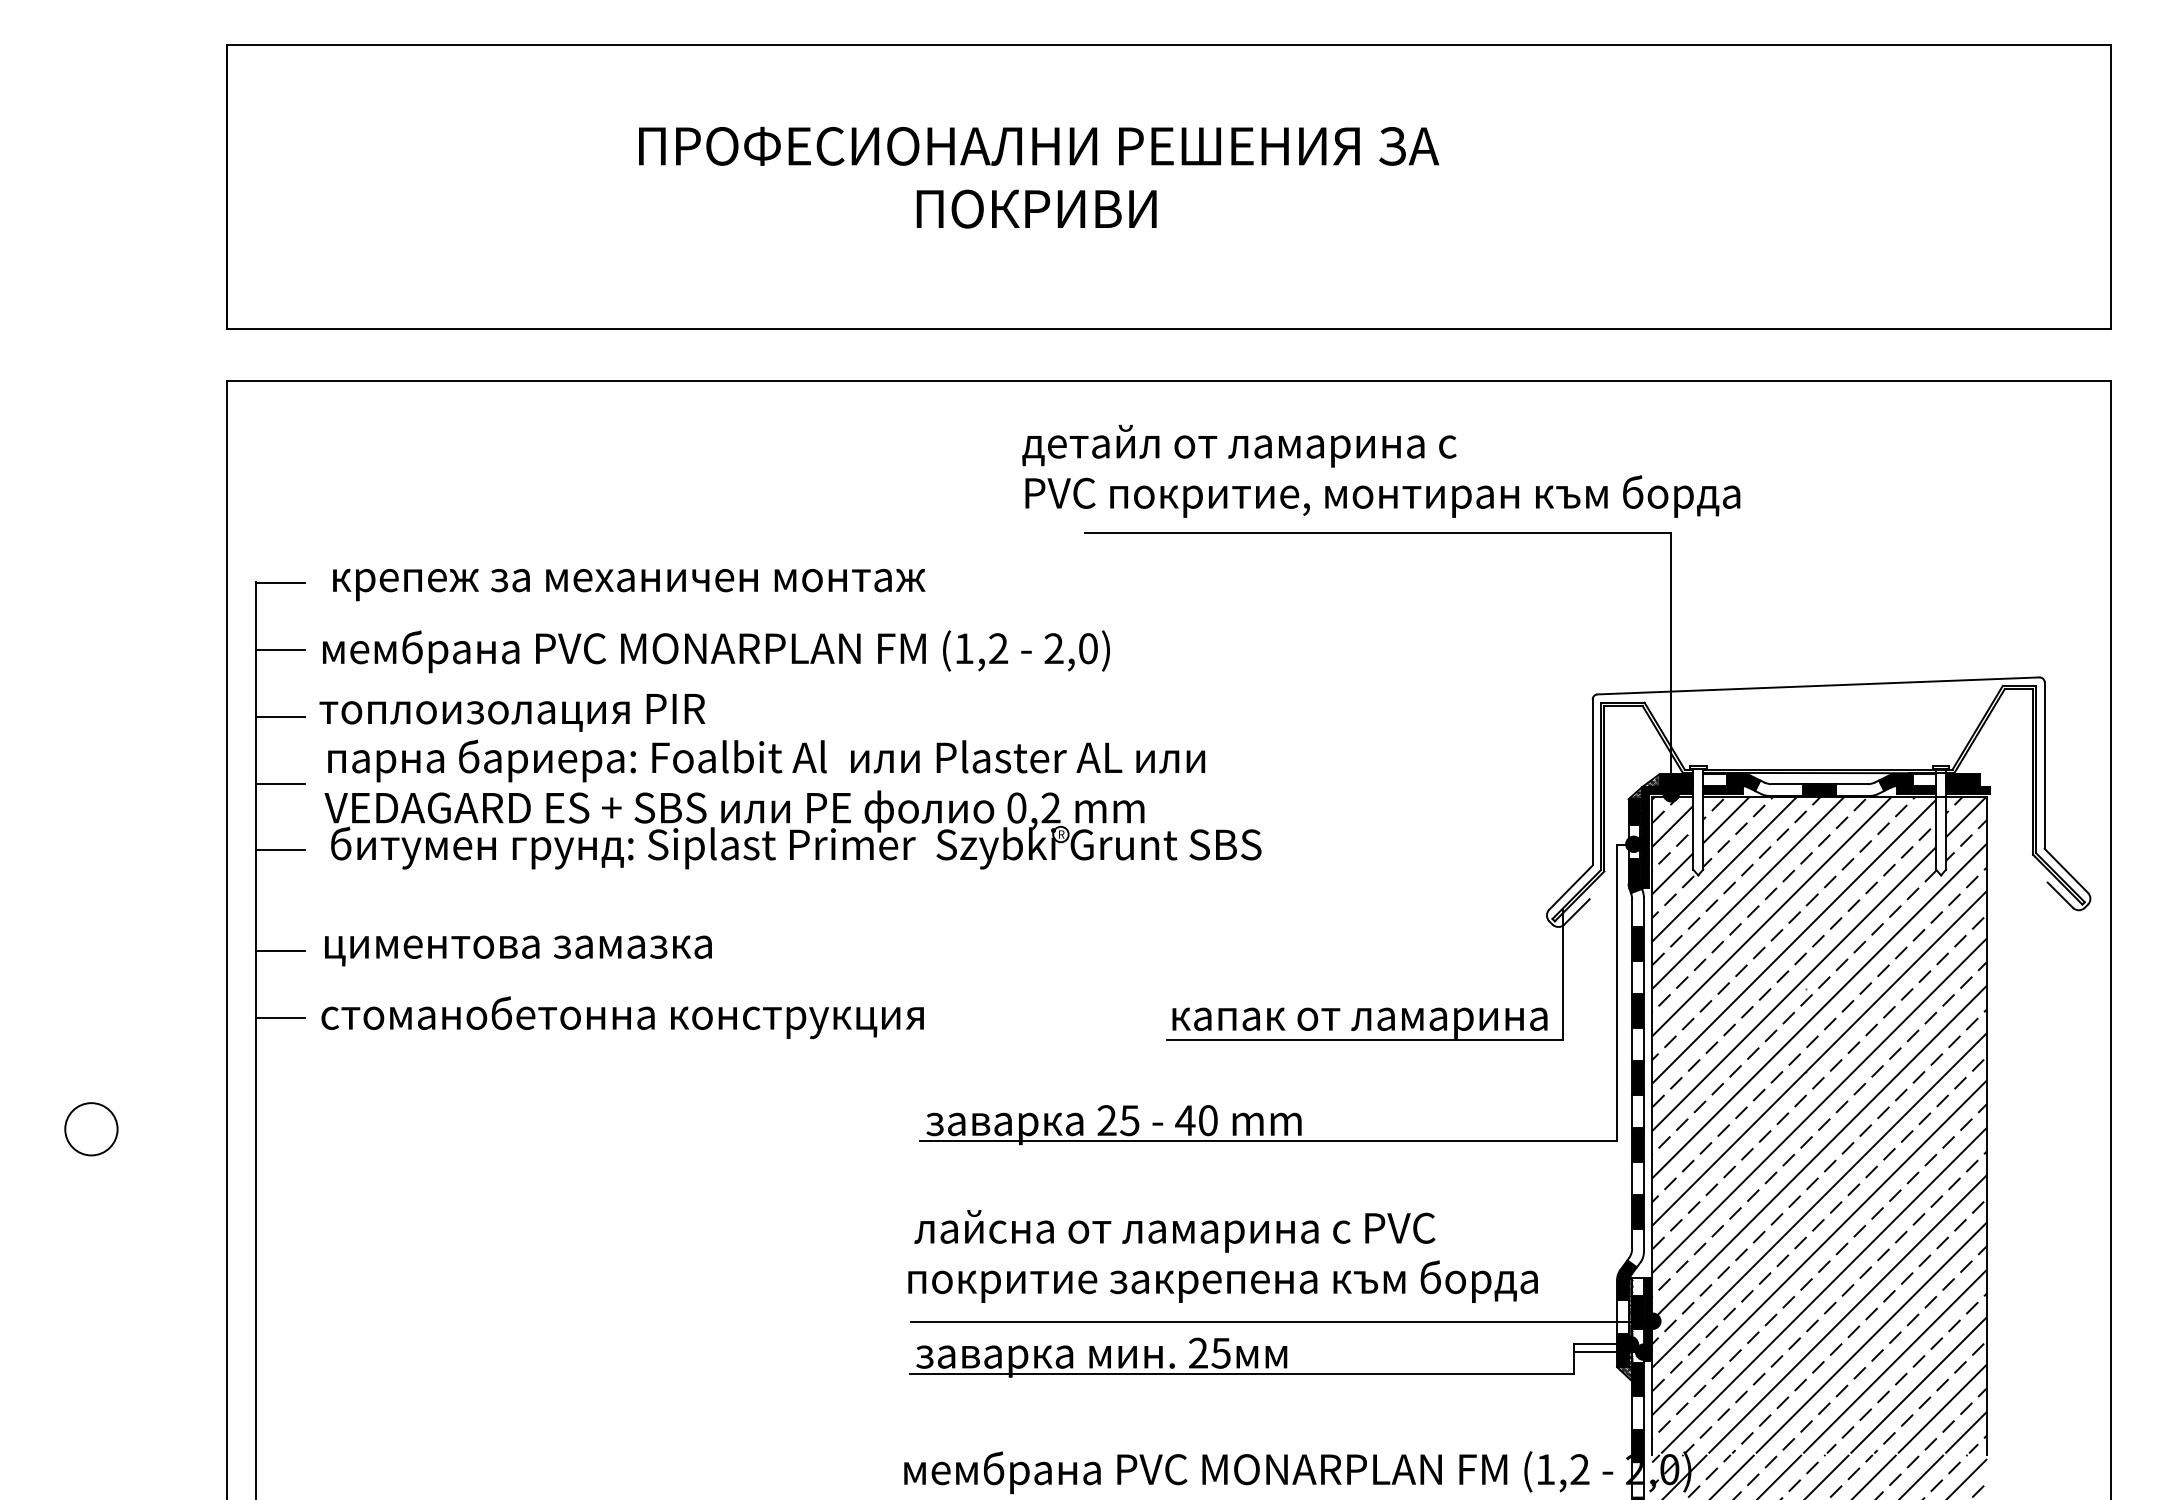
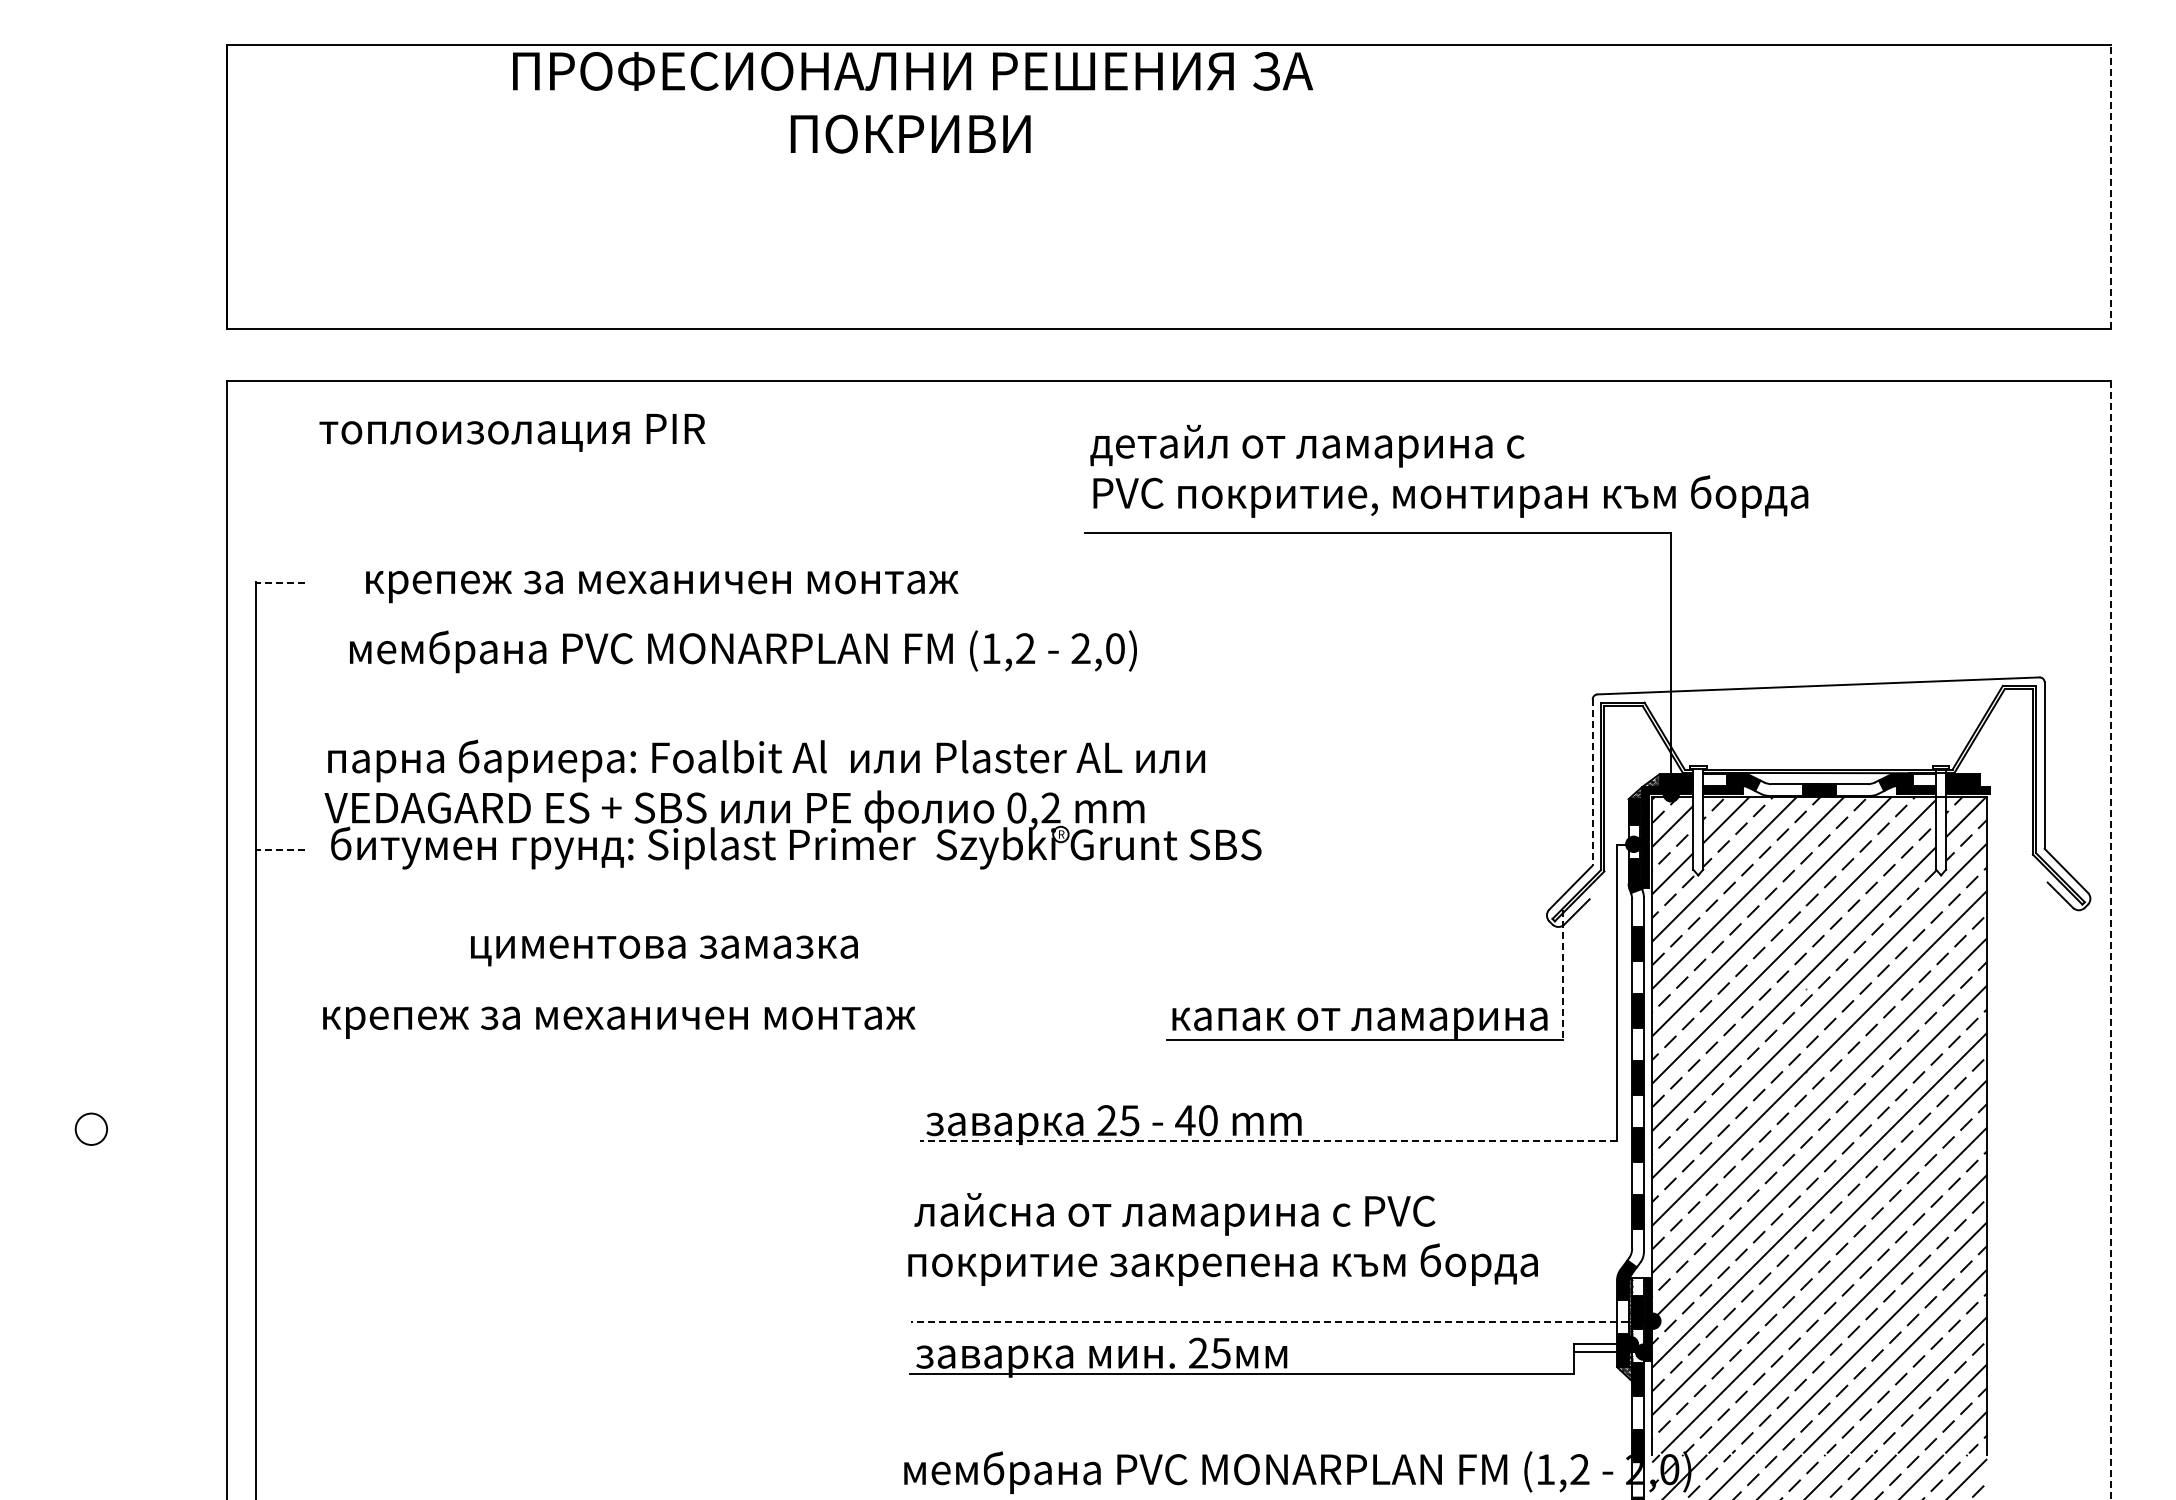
text at (1039, 177) position: (1039, 177) -> (913, 102)
line at (2110, 187): solid -> dashed
text at (1381, 470) position: (1381, 470) -> (1449, 470)
line at (280, 582): solid -> dashed
text at (629, 585) position: (629, 585) -> (662, 587)
line at (280, 649): present -> none
text at (716, 651) position: (716, 651) -> (743, 651)
text at (512, 712) position: (512, 712) -> (512, 432)
line at (280, 716): present -> none
line at (1592, 782): solid -> dashed
line at (280, 783): present -> none
line at (280, 850): solid -> dashed
line at (2110, 940): solid -> dashed
line at (280, 950): present -> none
text at (518, 950) position: (518, 950) -> (664, 950)
line at (1563, 974): solid -> dashed
line at (280, 1017): present -> none
text at (622, 1017): стоманобетонна конструкция -> крепеж за механичен монтаж
circle at (91, 1129) diameter: 52 px -> 31 px
line at (1268, 1140): solid -> dashed
text at (1222, 1256) position: (1222, 1256) -> (1222, 1239)
line at (1280, 1321): solid -> dashed
